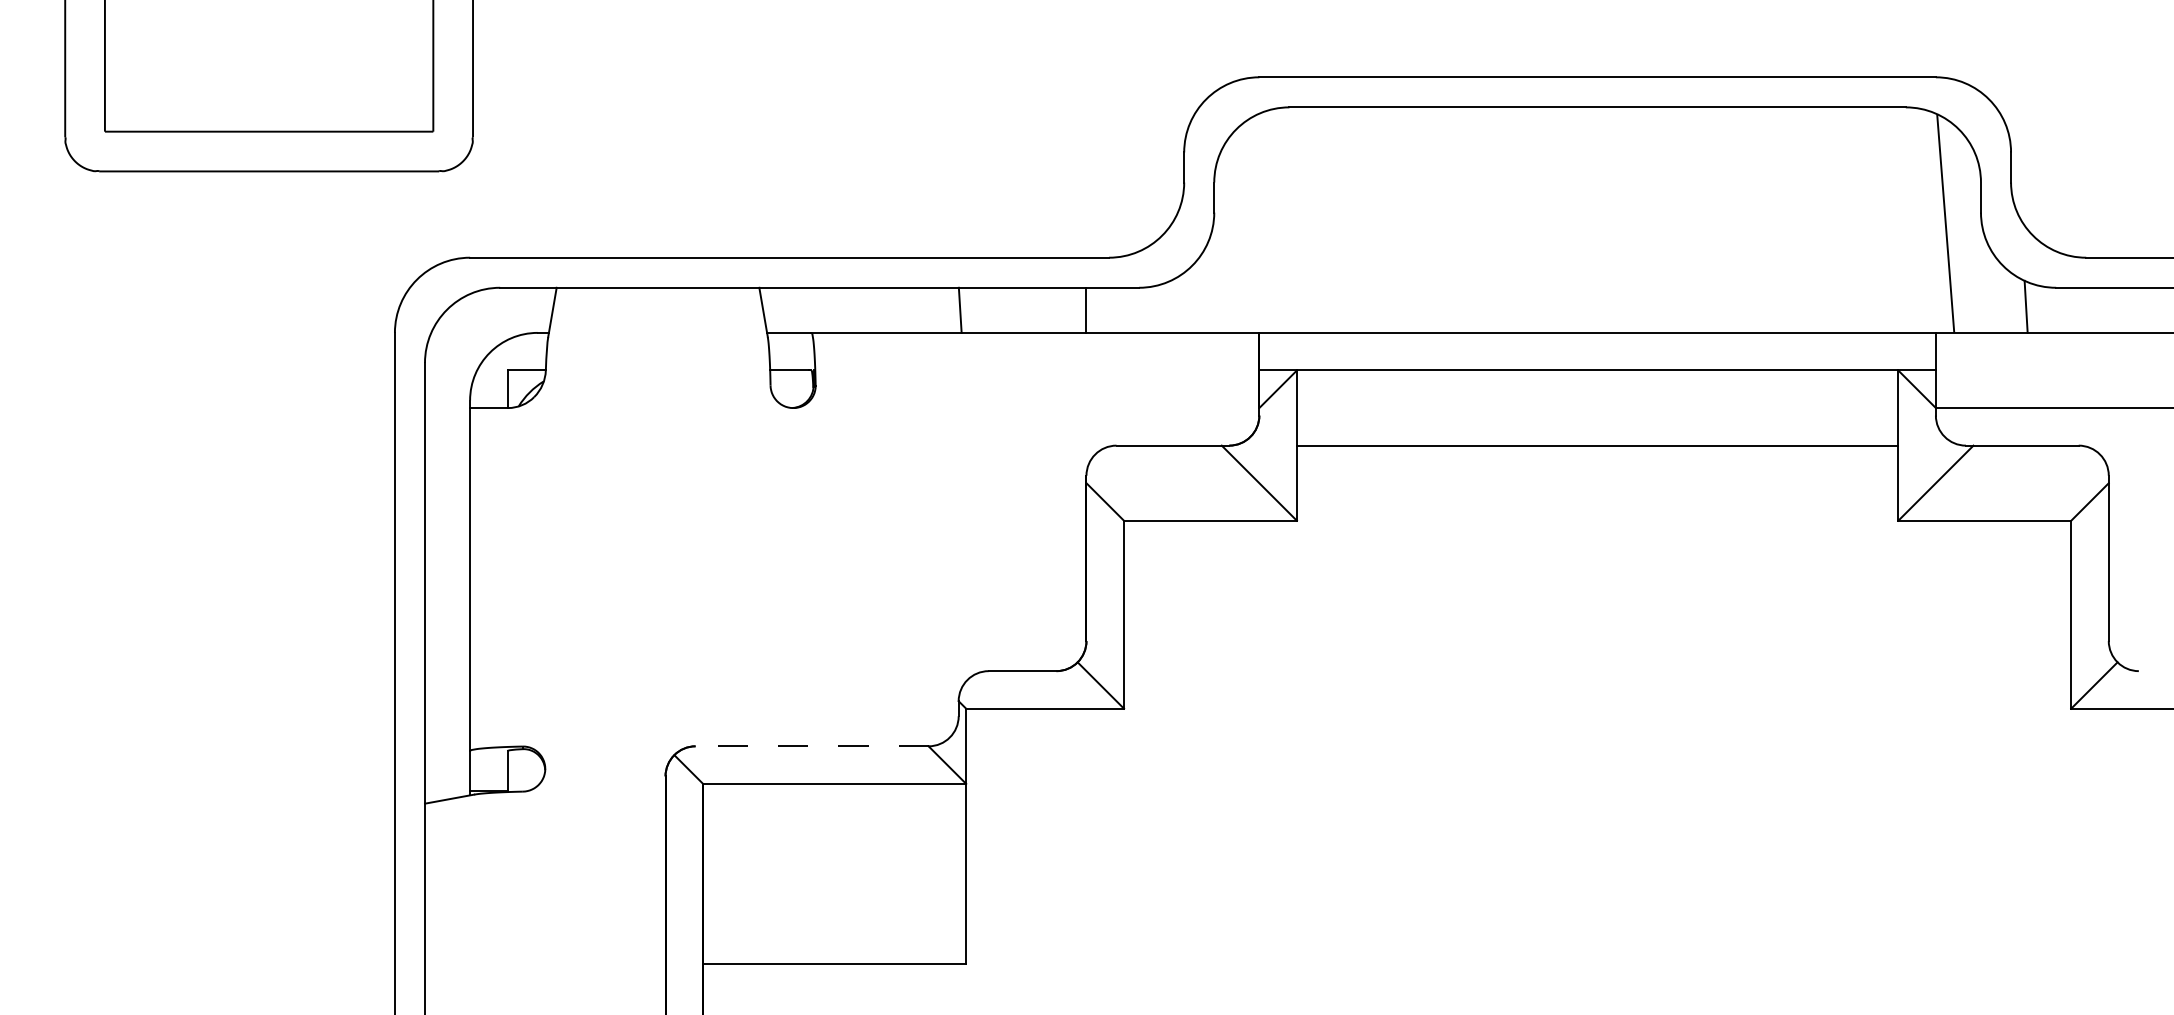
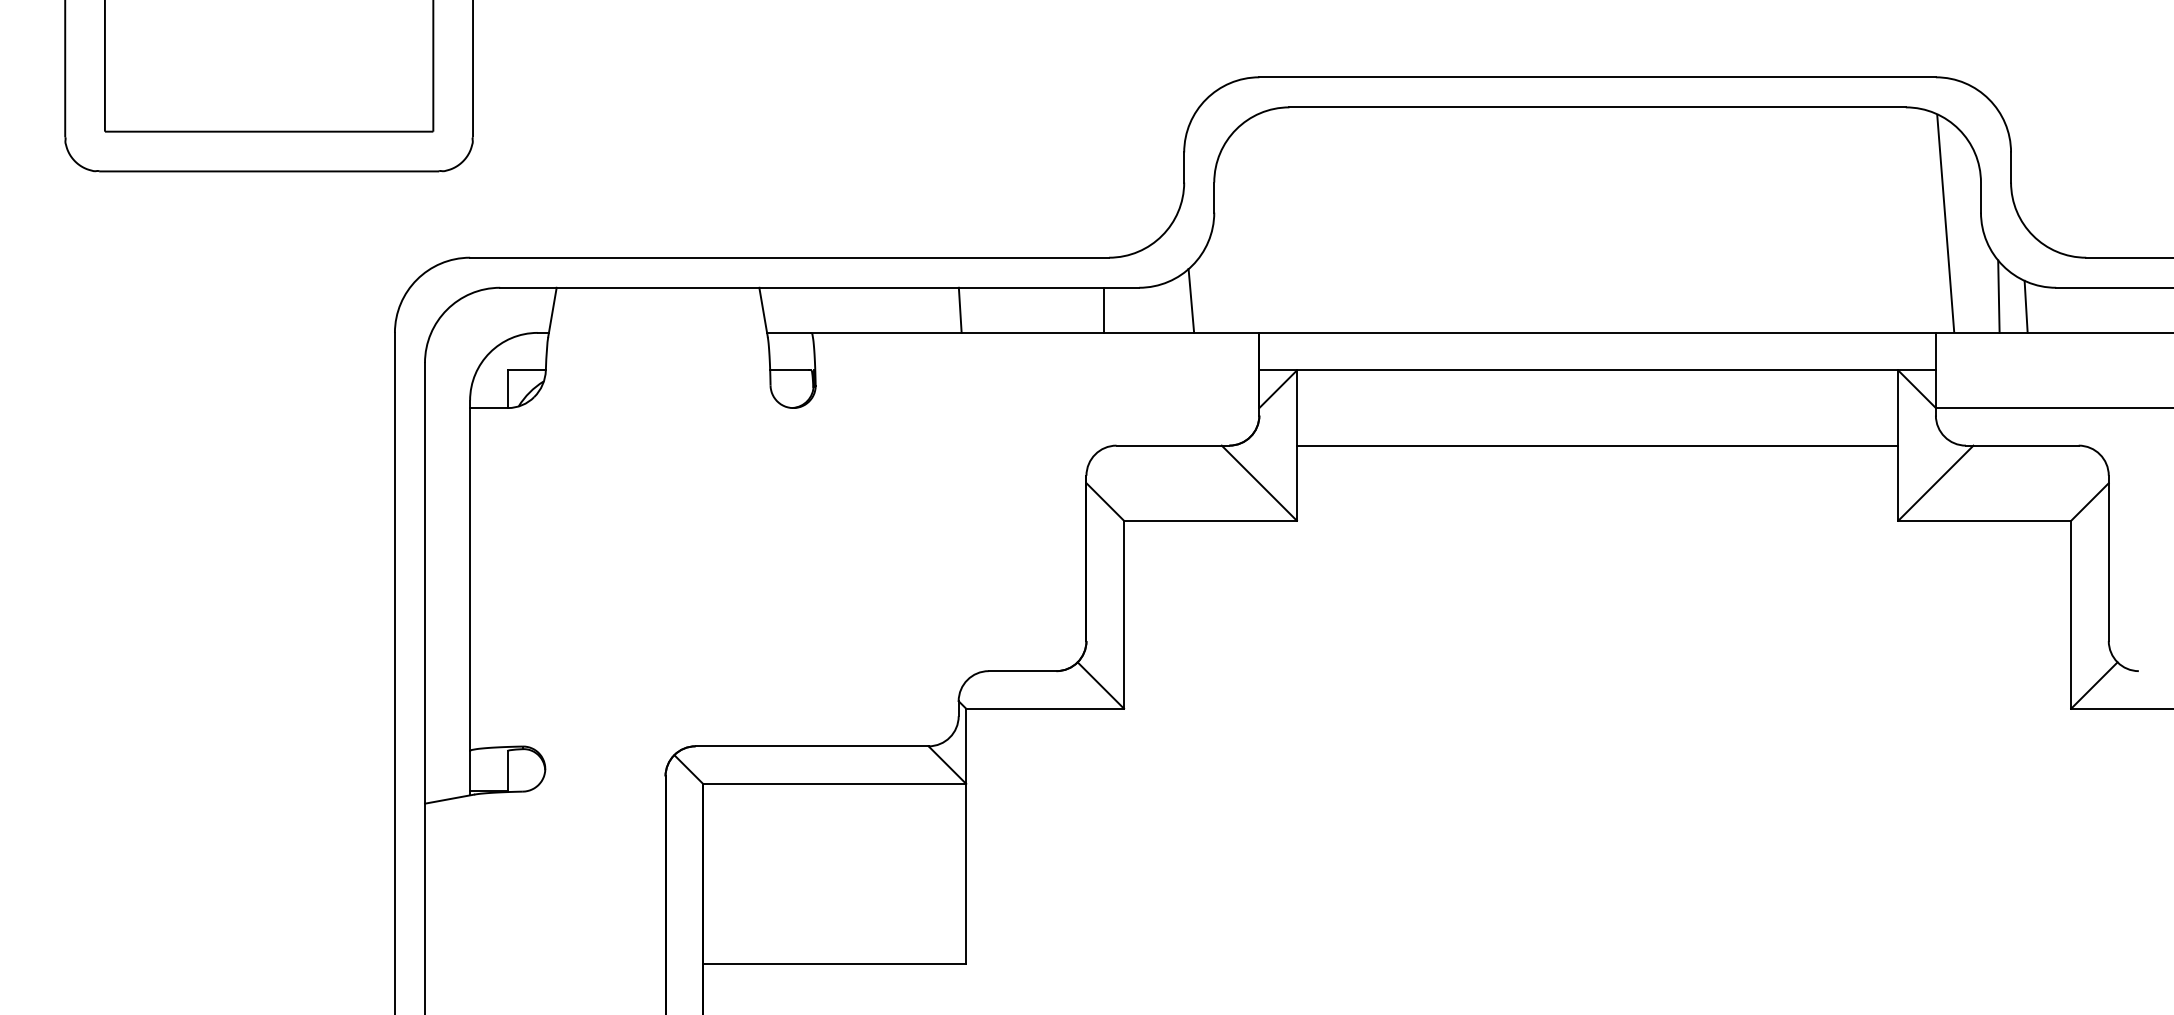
line at (1998, 296): none -> present
line at (1191, 300): none -> present
line at (1085, 309) position: (1085, 309) -> (1103, 309)
line at (812, 746): dashed -> solid
